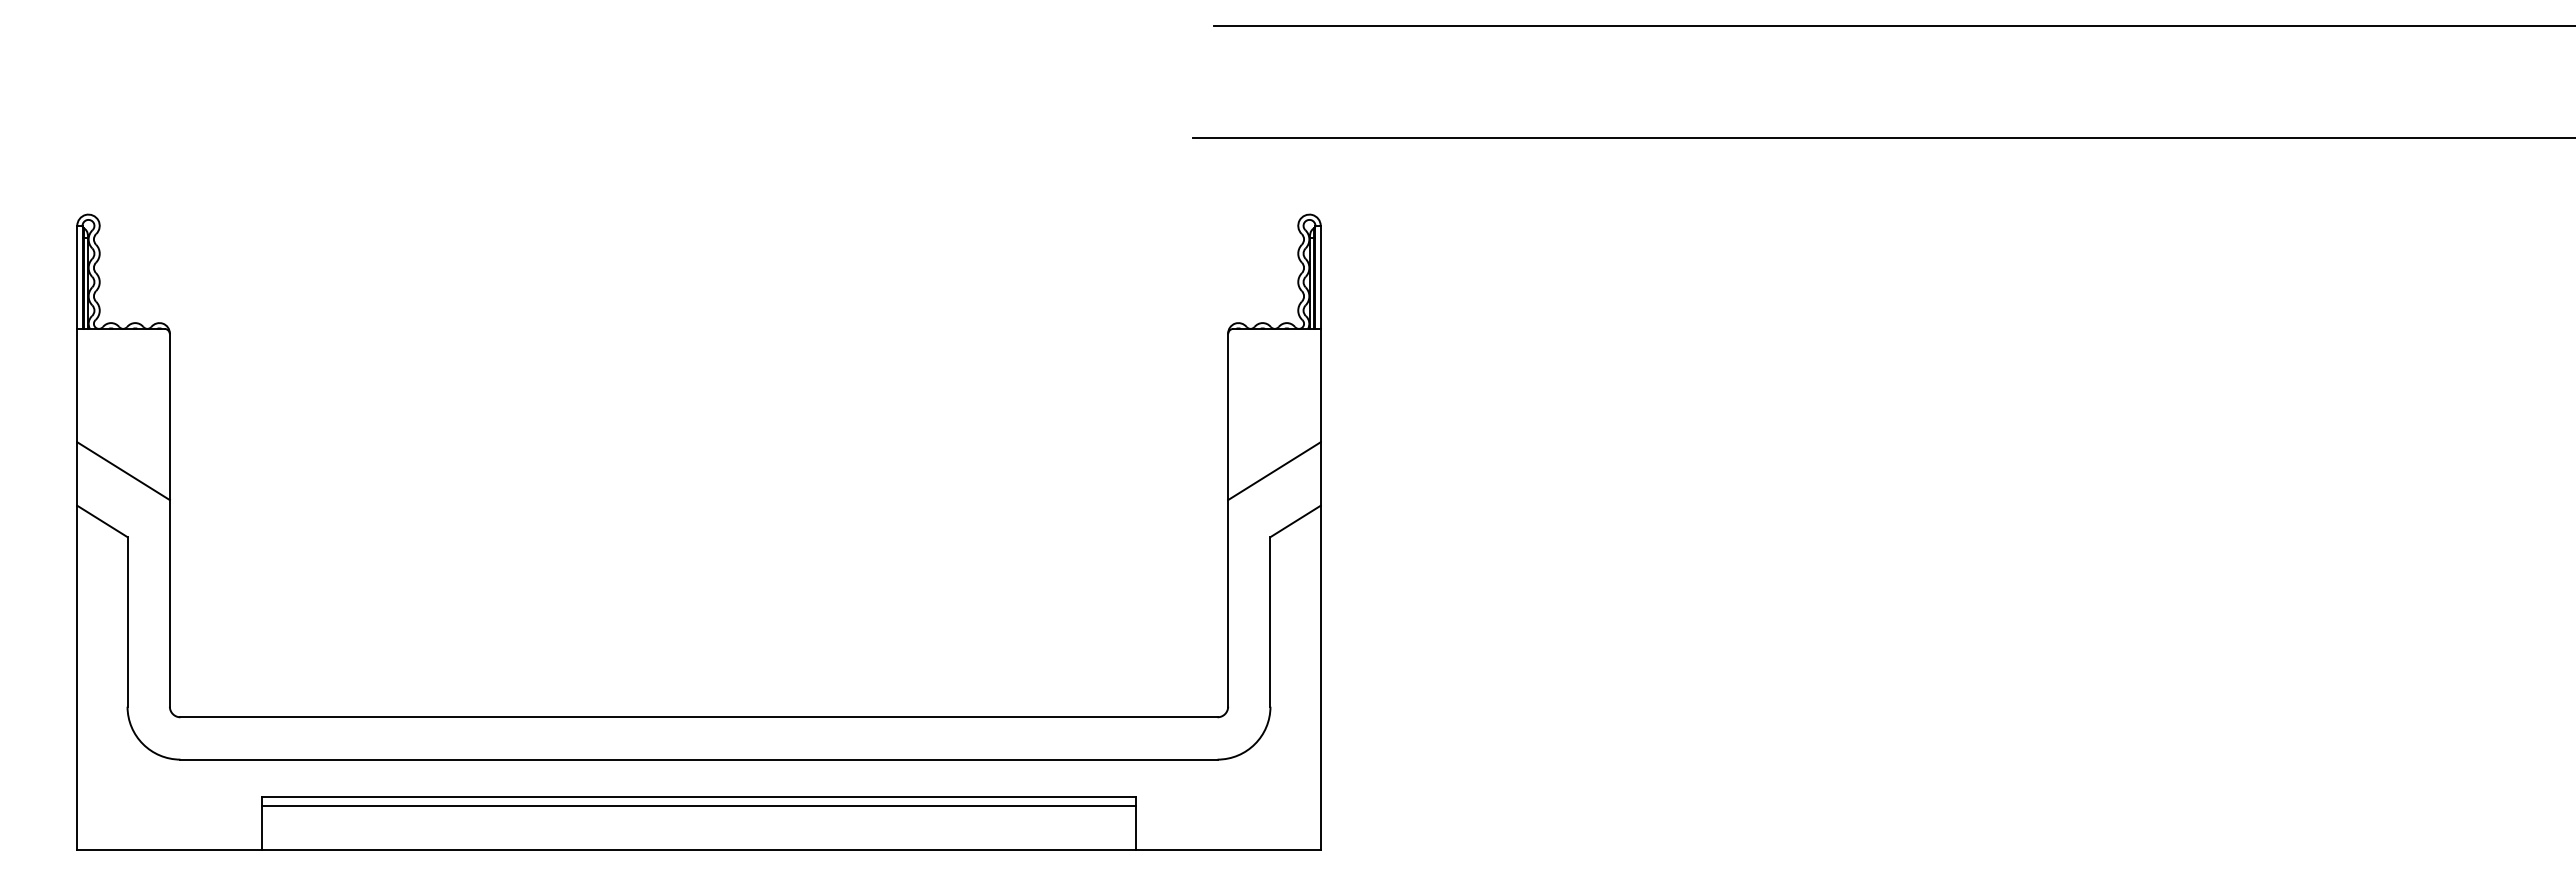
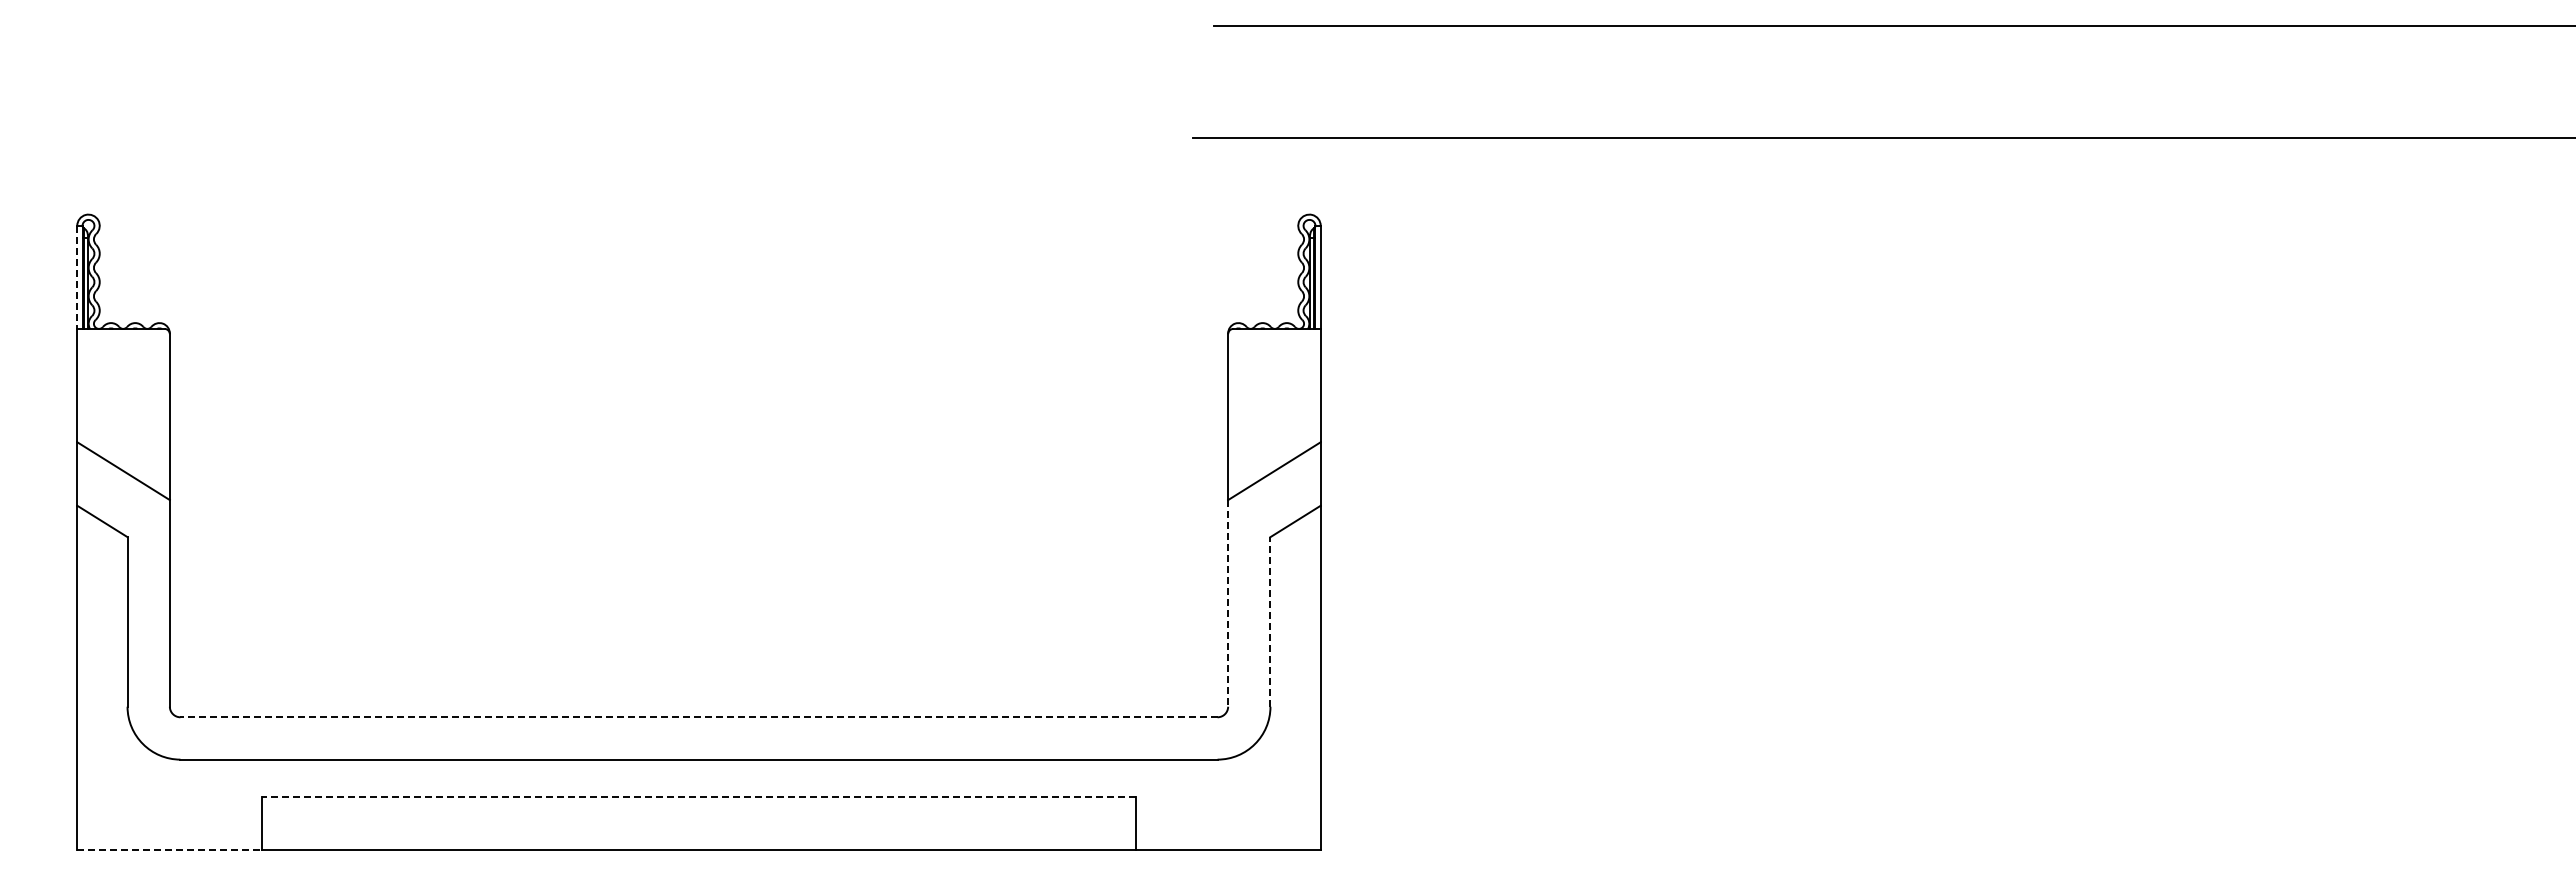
line at (77, 277): solid -> dashed
line at (1228, 603): solid -> dashed
line at (1270, 621): solid -> dashed
line at (699, 717): solid -> dashed
line at (699, 796): solid -> dashed
line at (698, 806): present -> none
line at (169, 849): solid -> dashed
